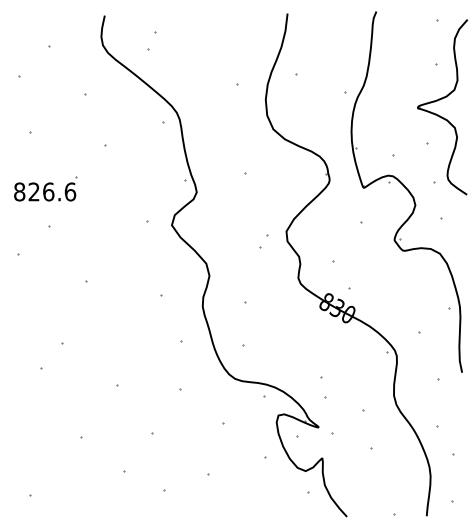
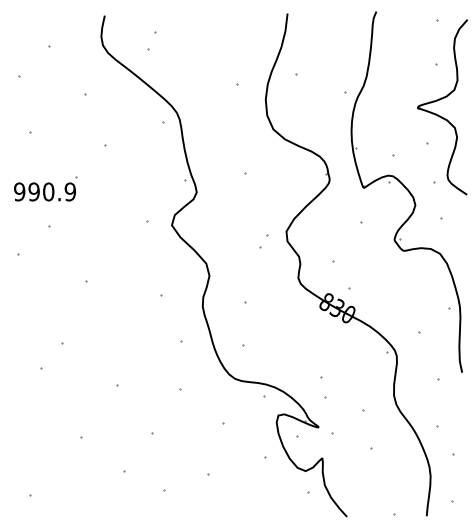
text at (45, 191): 826.6 -> 990.9
